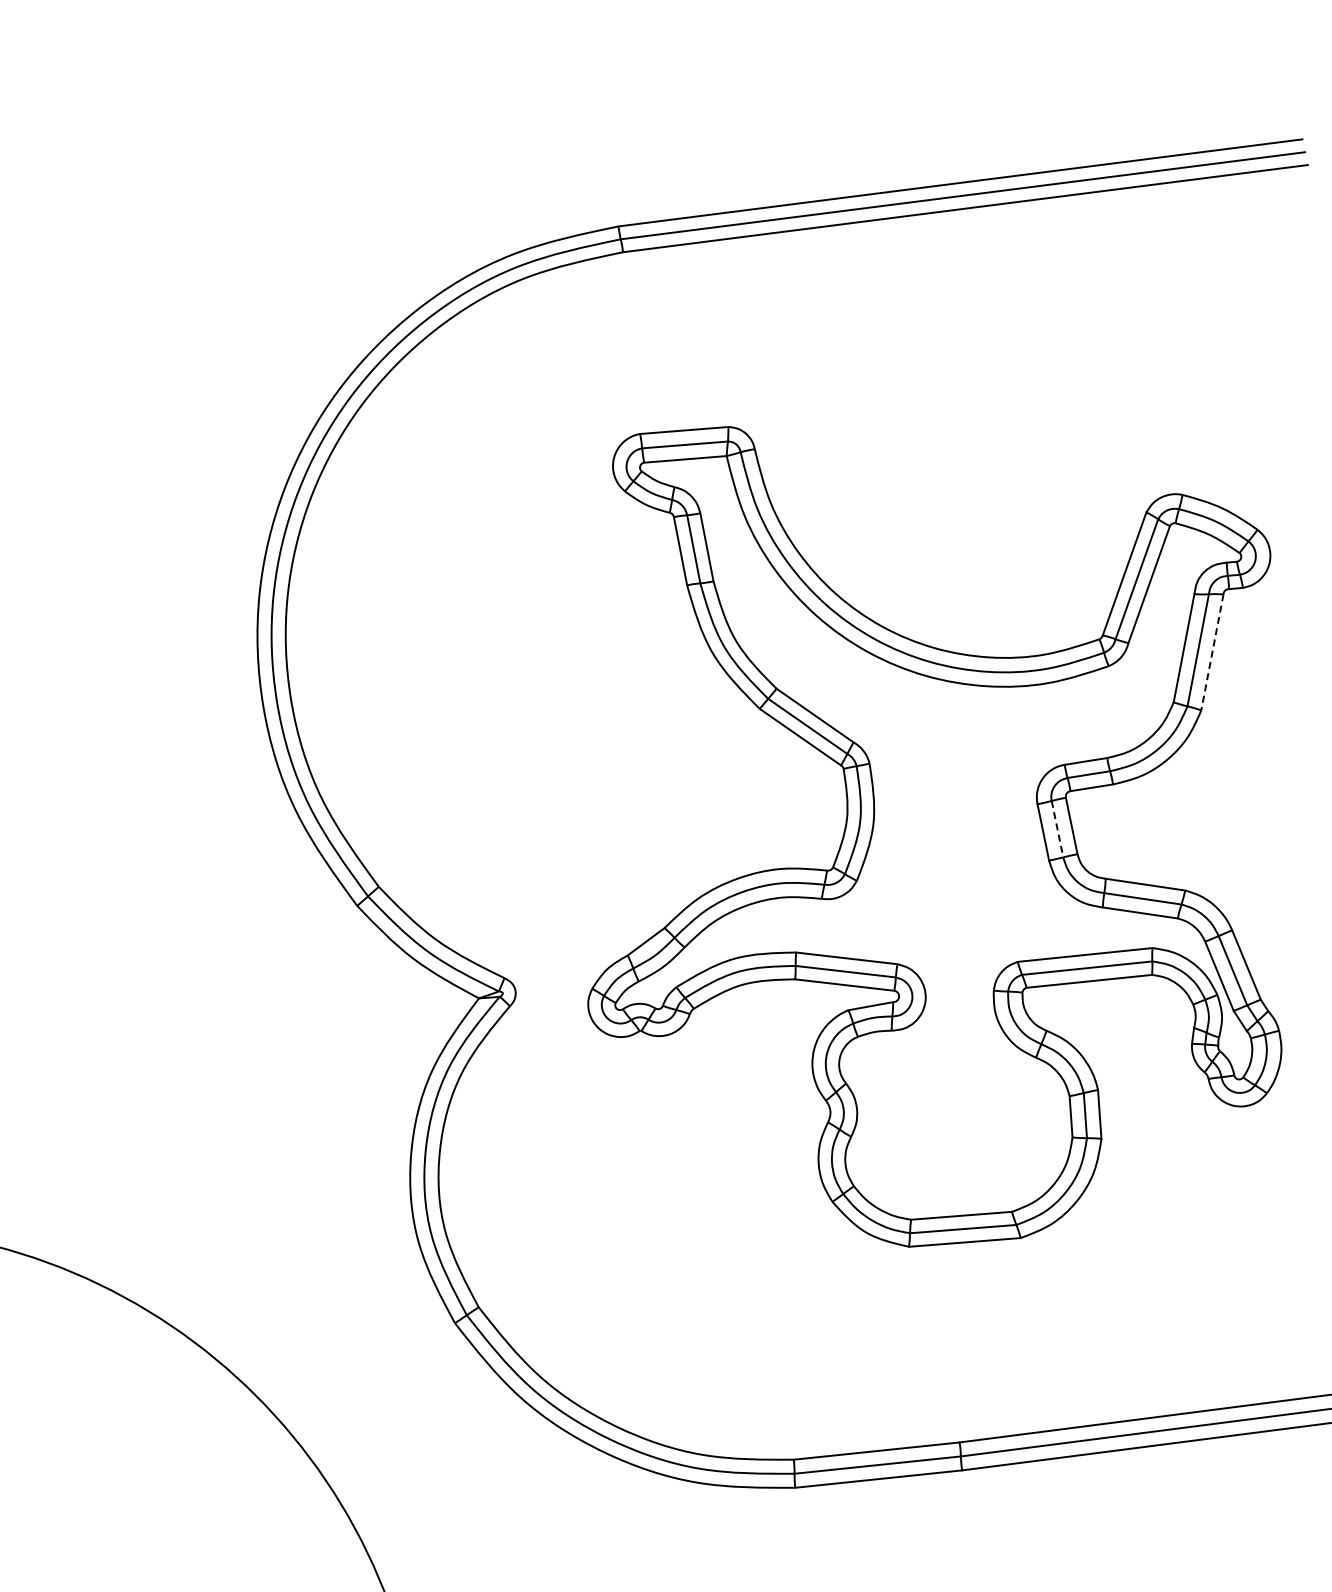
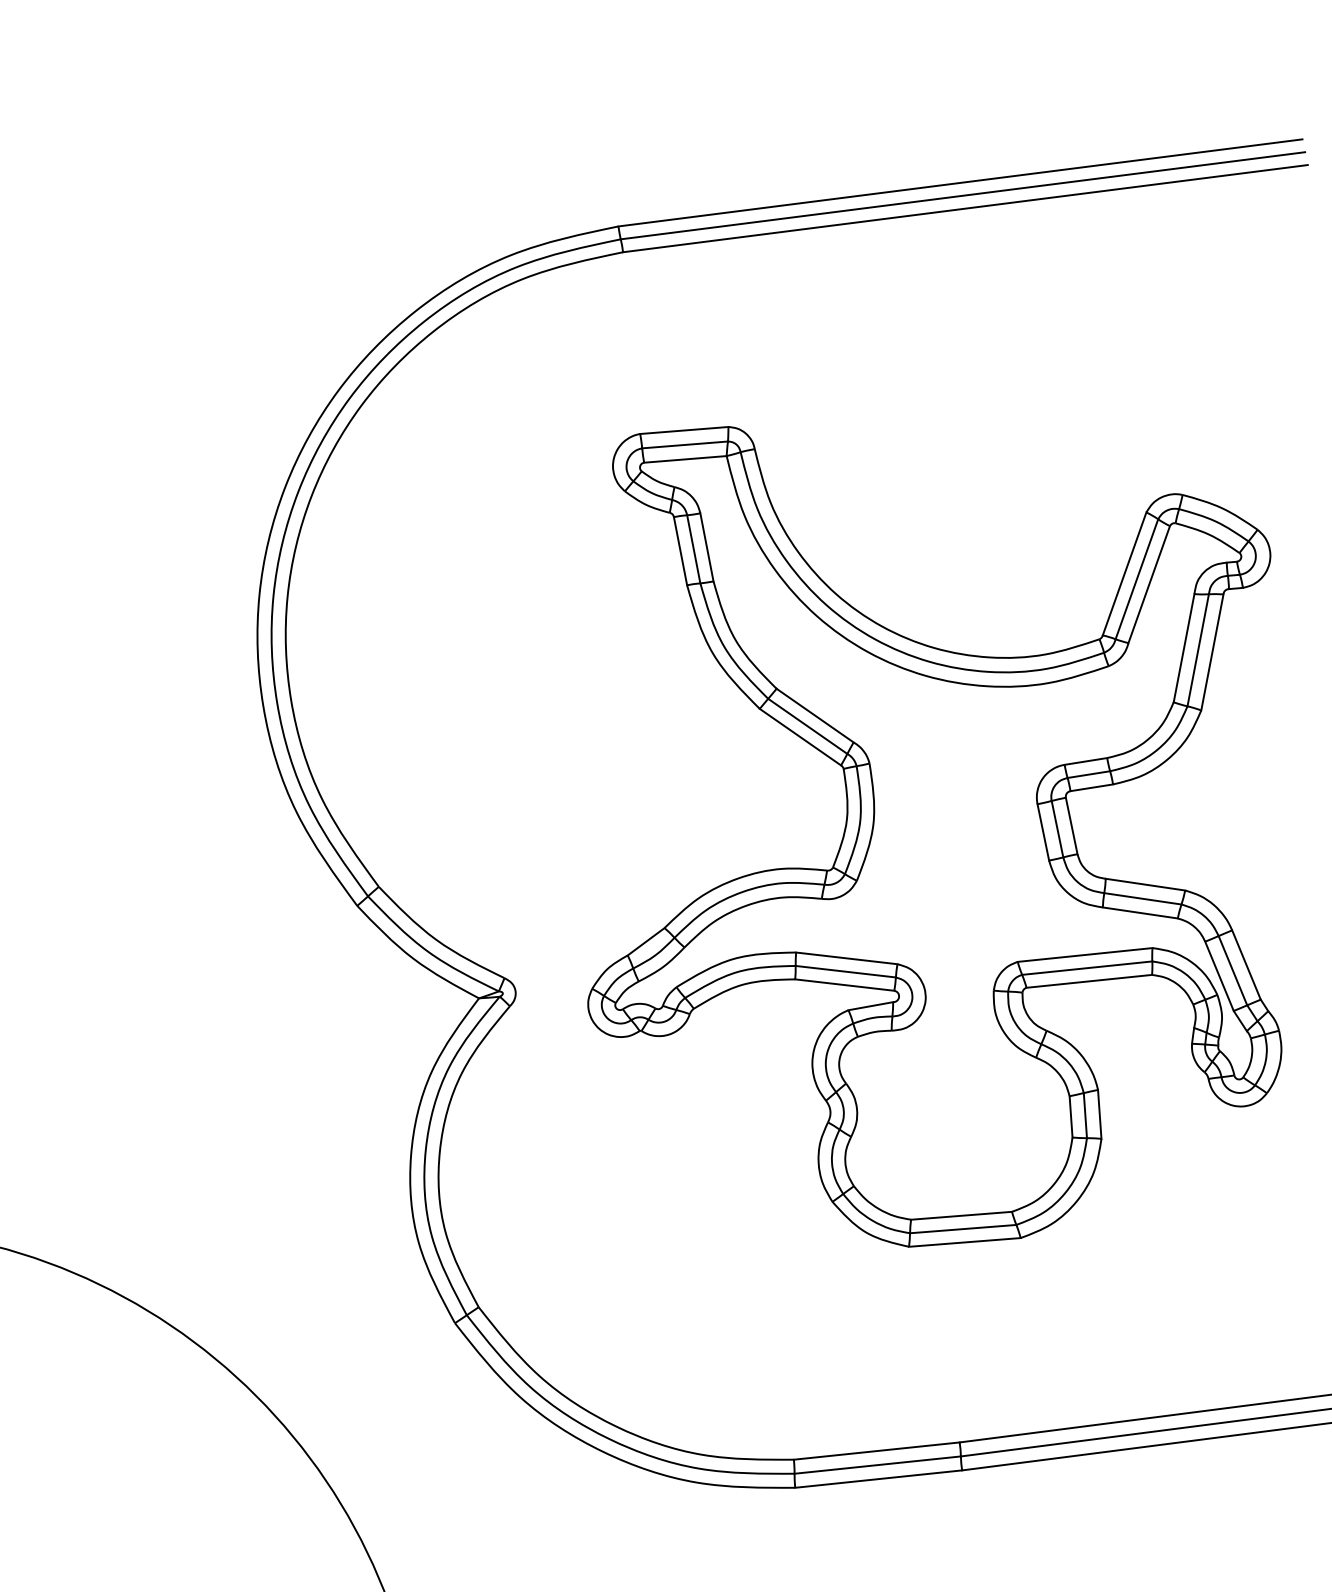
line at (1212, 652): dashed -> solid
line at (1057, 829): dashed -> solid
